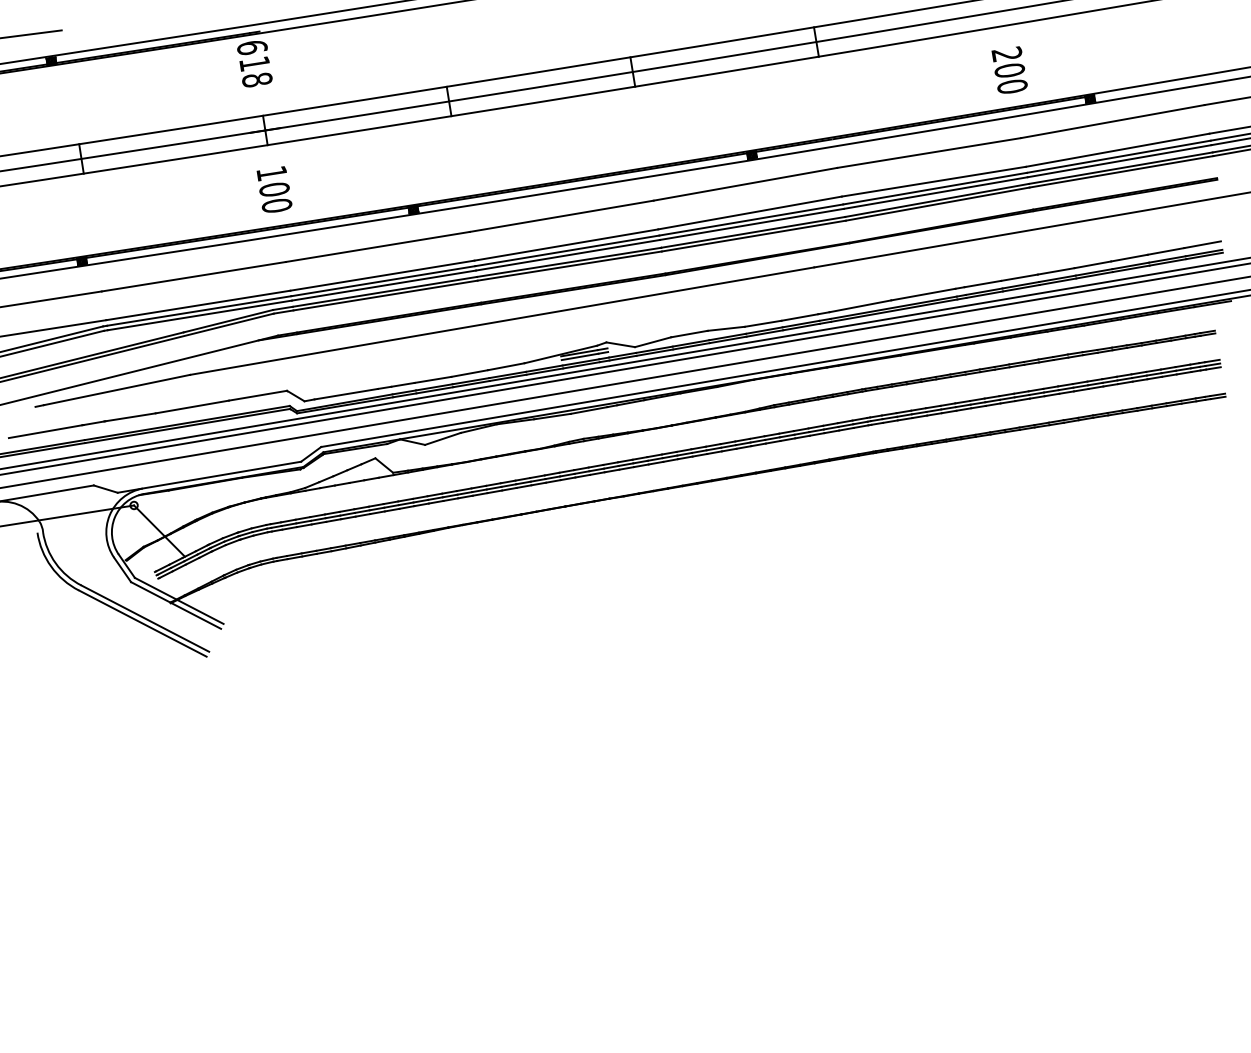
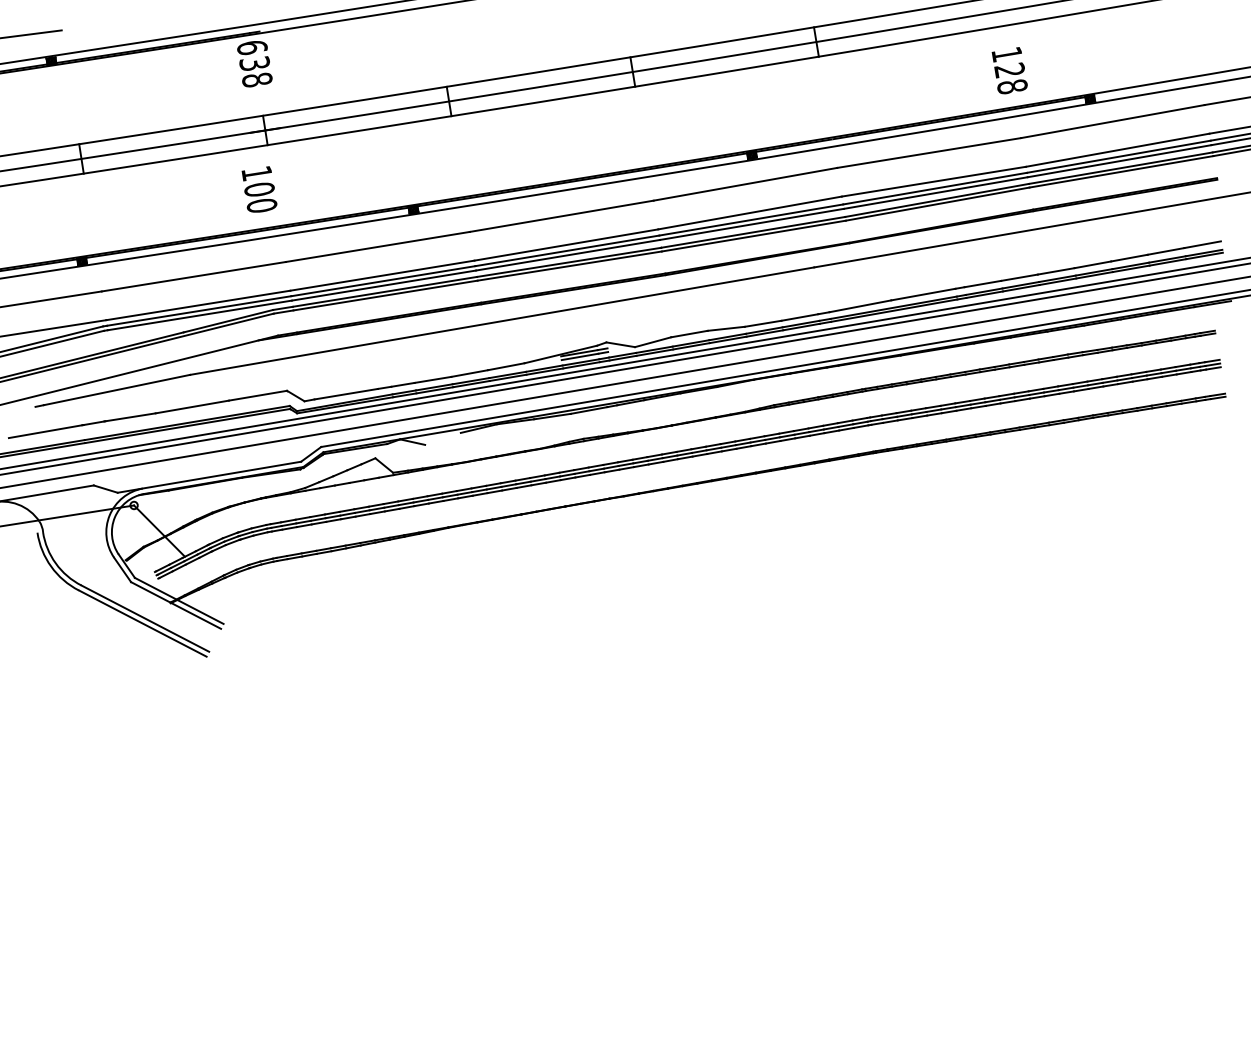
text at (254, 63): 618 -> 638
text at (1009, 70): 200 -> 128
text at (274, 189) position: (274, 189) -> (259, 189)
line at (442, 438): present -> none
